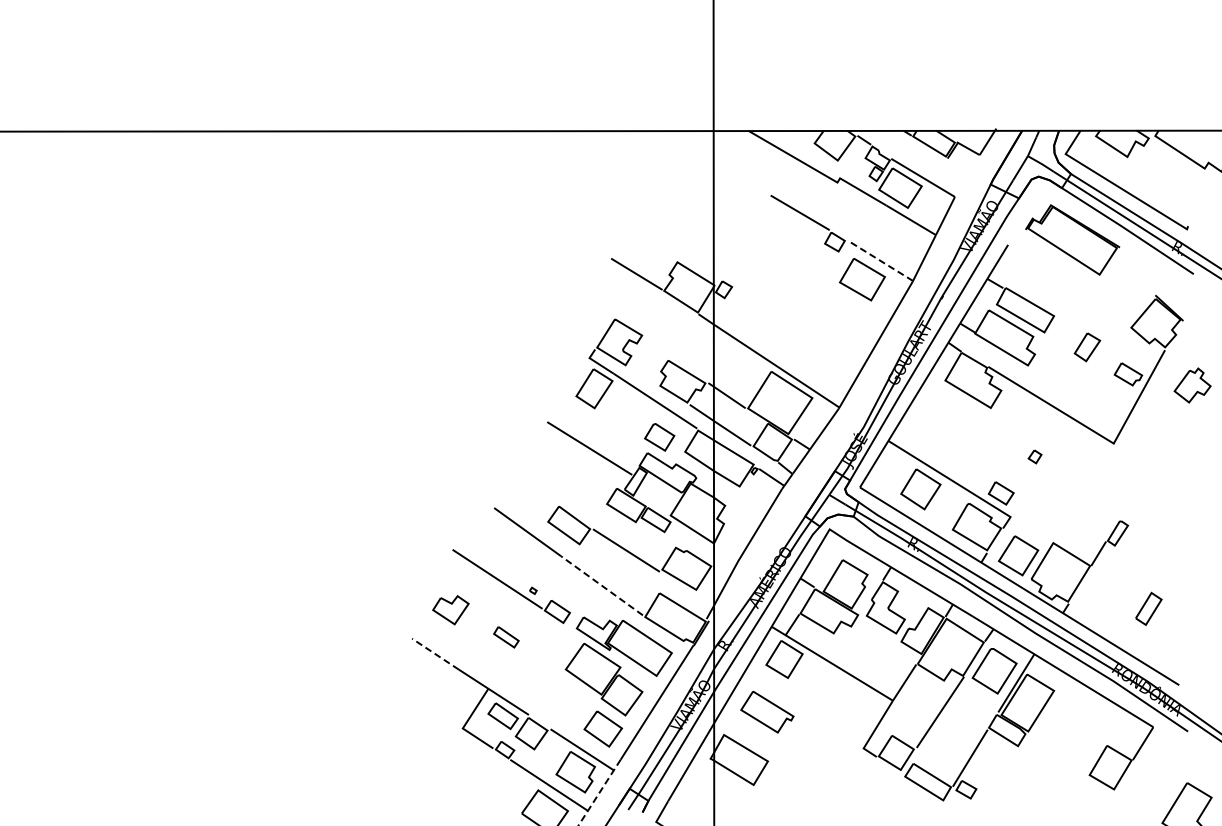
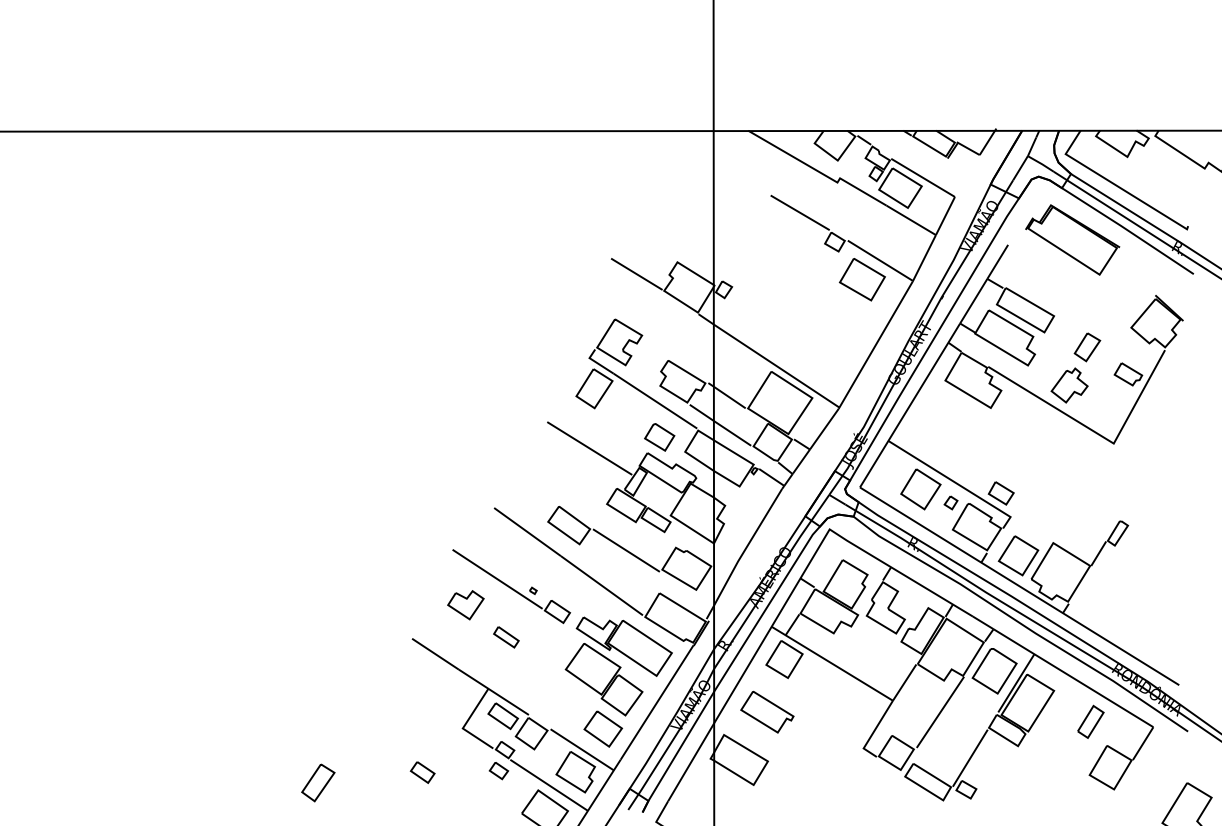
line at (880, 260): dashed -> solid
part at (1192, 385) position: (1192, 385) -> (1069, 385)
part at (1034, 456) position: (1034, 456) -> (950, 502)
line at (601, 585): dashed -> solid
part at (1148, 608) position: (1148, 608) -> (1090, 721)
part at (450, 610) position: (450, 610) -> (465, 605)
line at (435, 653): dashed -> solid
part at (498, 771): none -> present
part at (422, 772): none -> present
part at (318, 782): none -> present
line at (599, 792): dashed -> solid
